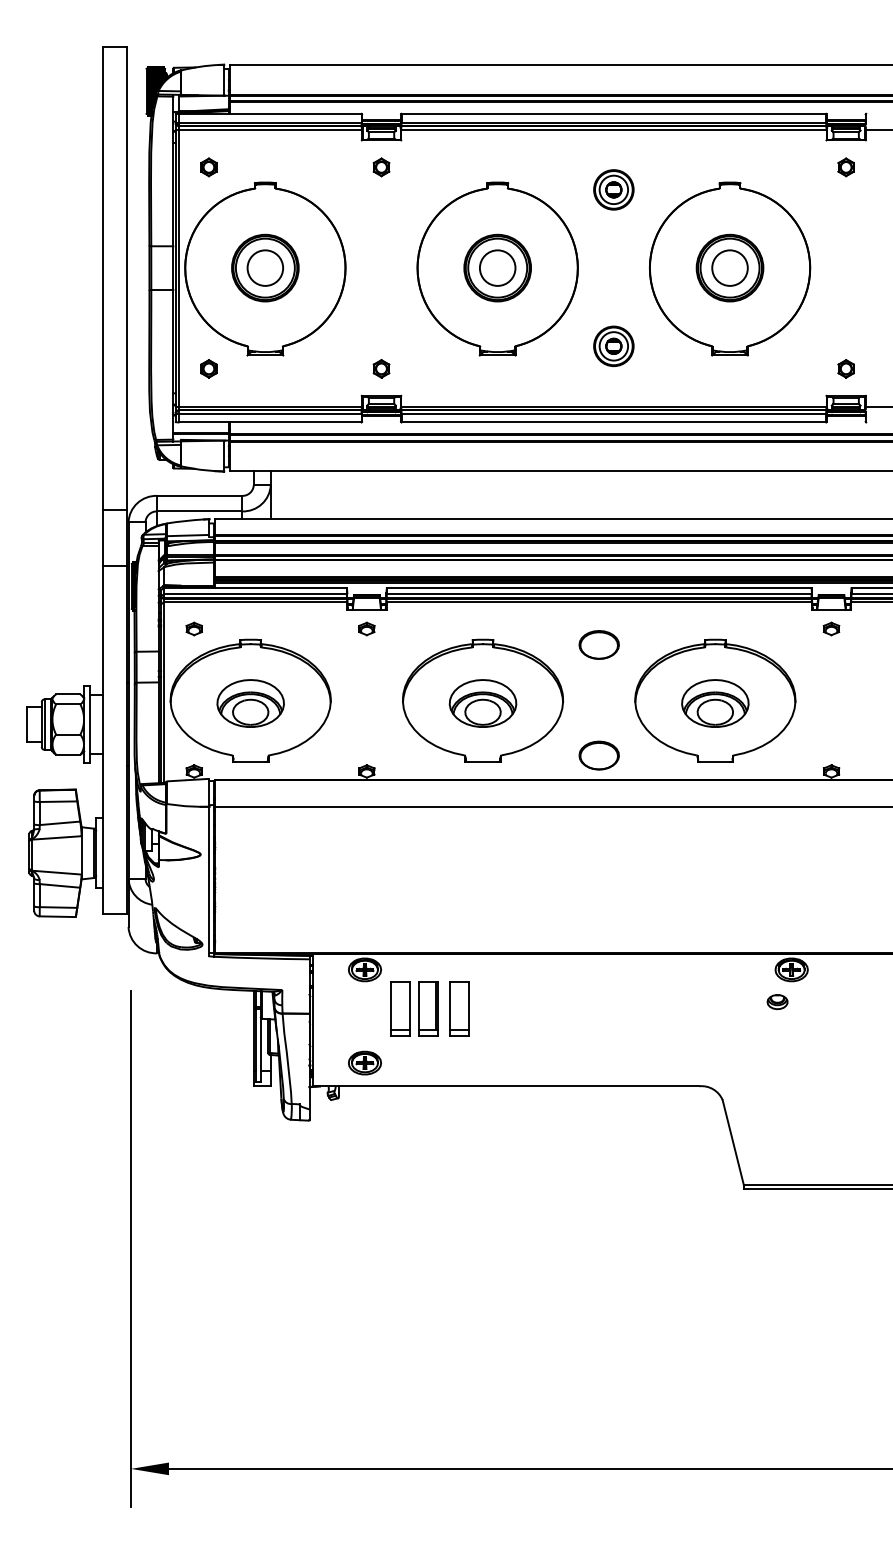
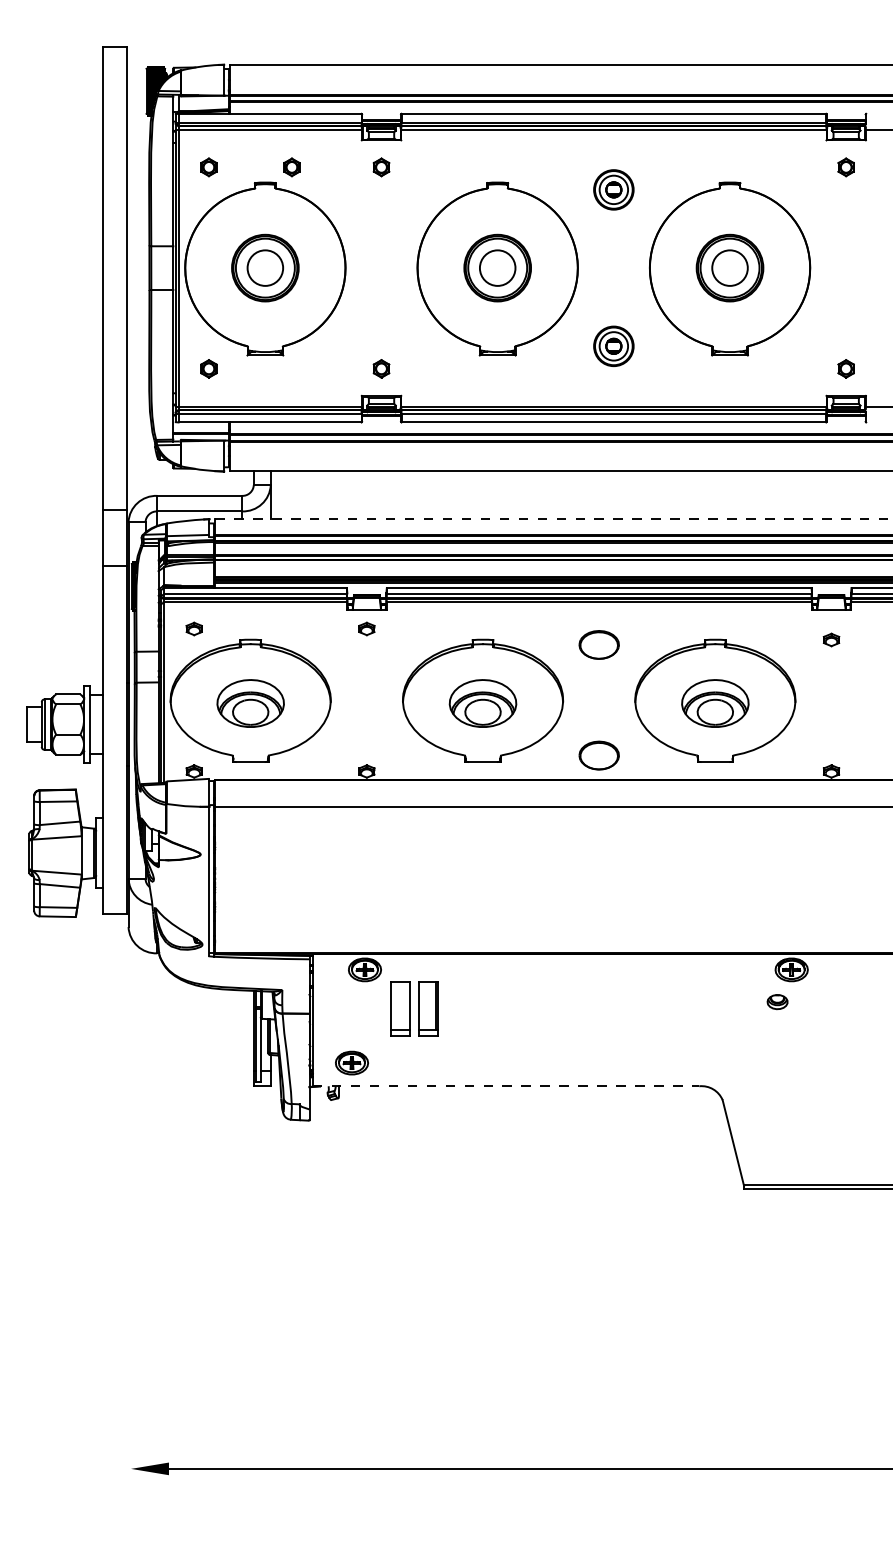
part at (291, 167): none -> present
line at (554, 519): solid -> dashed
part at (831, 628) position: (831, 628) -> (831, 639)
part at (459, 1008): present -> none
part at (364, 1062) position: (364, 1062) -> (351, 1062)
line at (506, 1086): solid -> dashed
line at (131, 1248): present -> none
